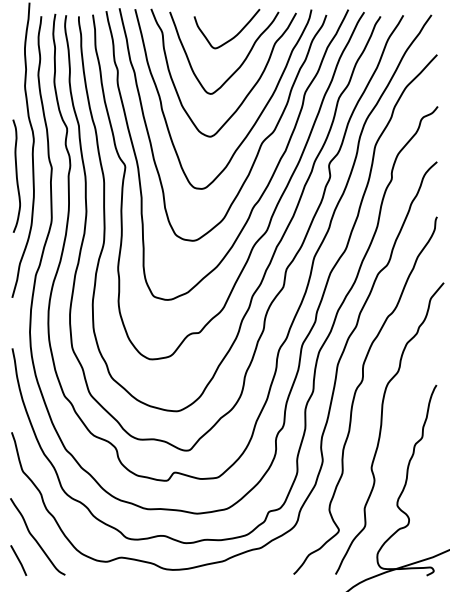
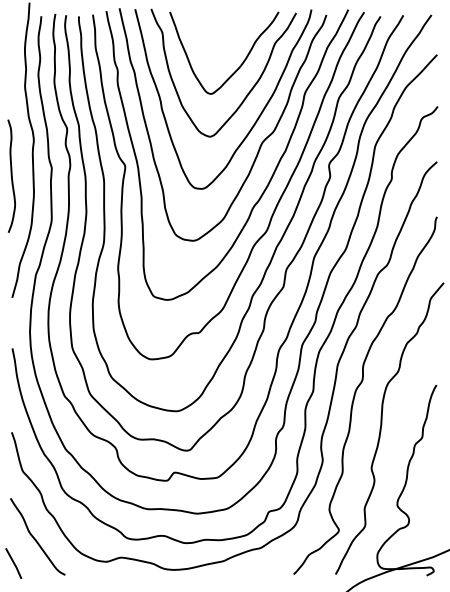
curve at (234, 35): present -> none
curve at (16, 175) position: (16, 175) -> (11, 175)
line at (18, 560) position: (18, 560) -> (13, 563)
